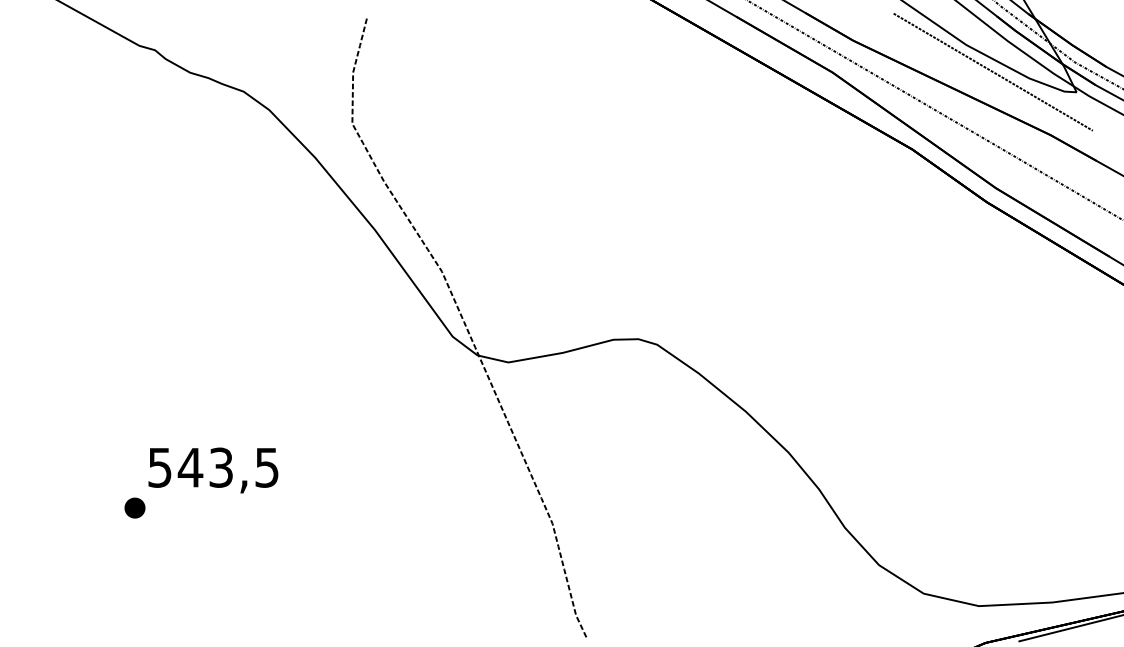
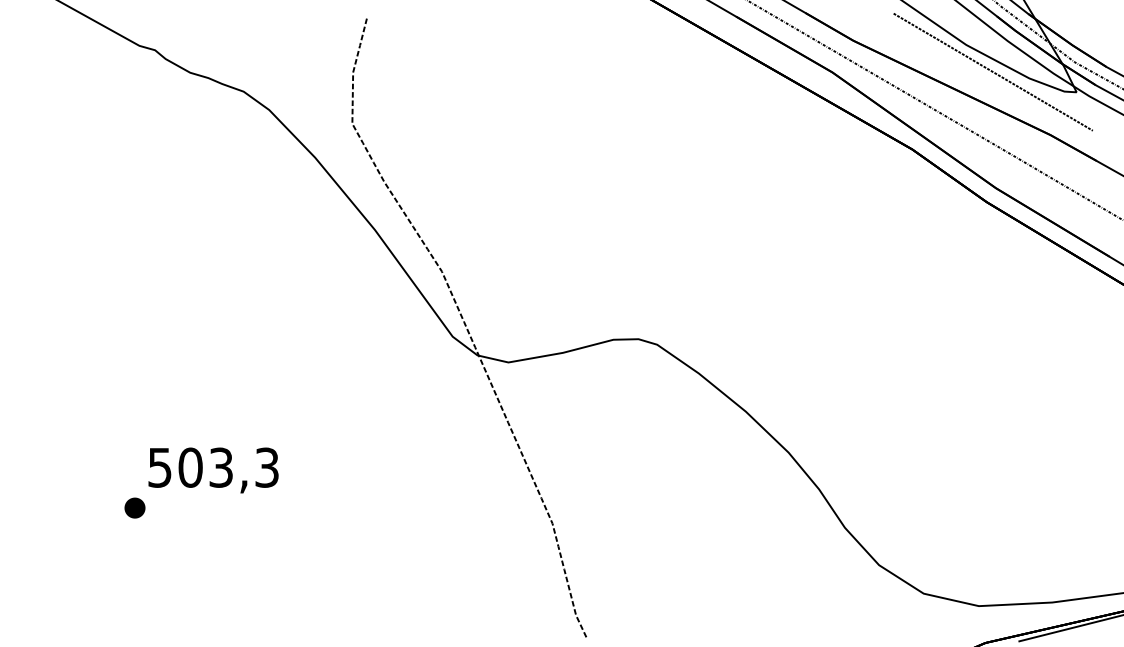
text at (227, 467): 543,5 -> 503,3
